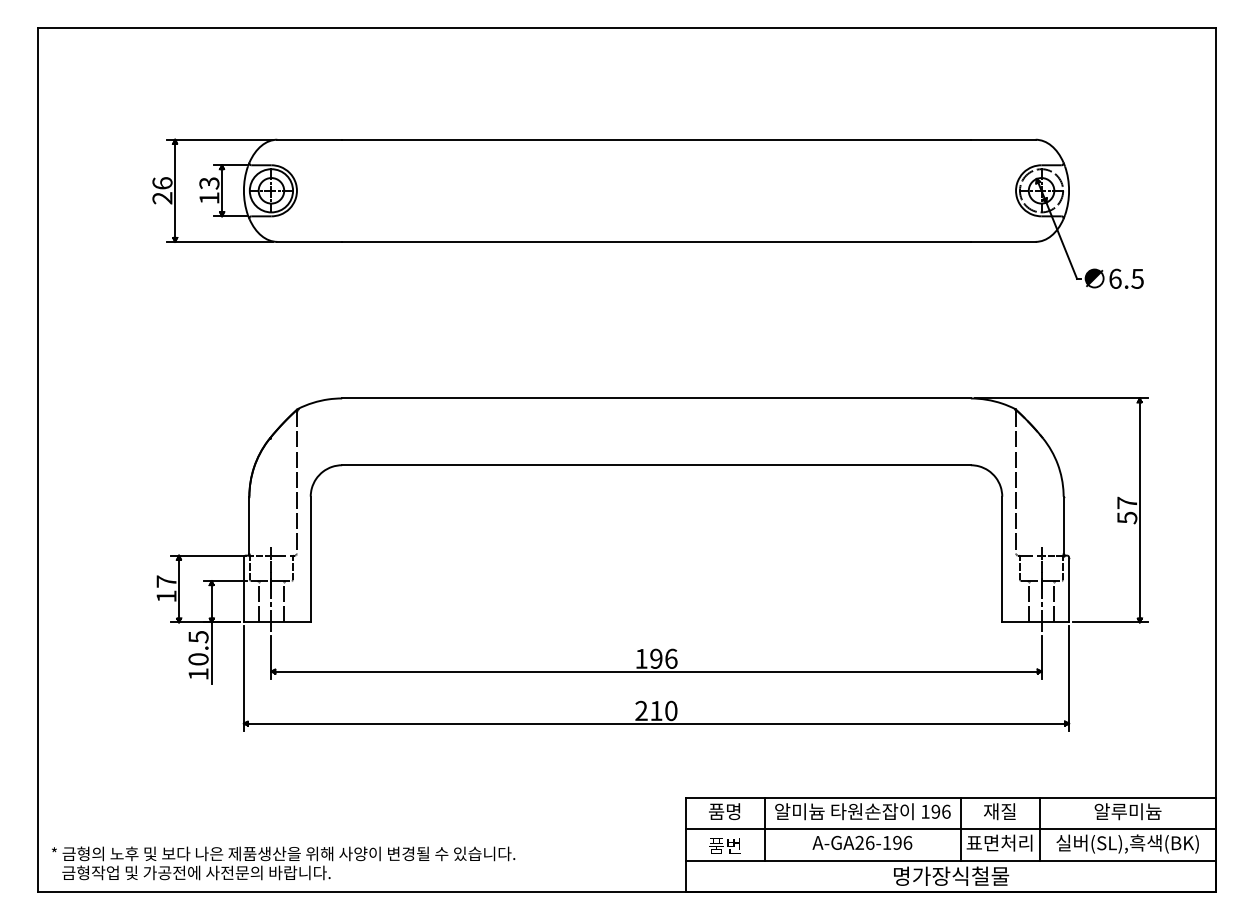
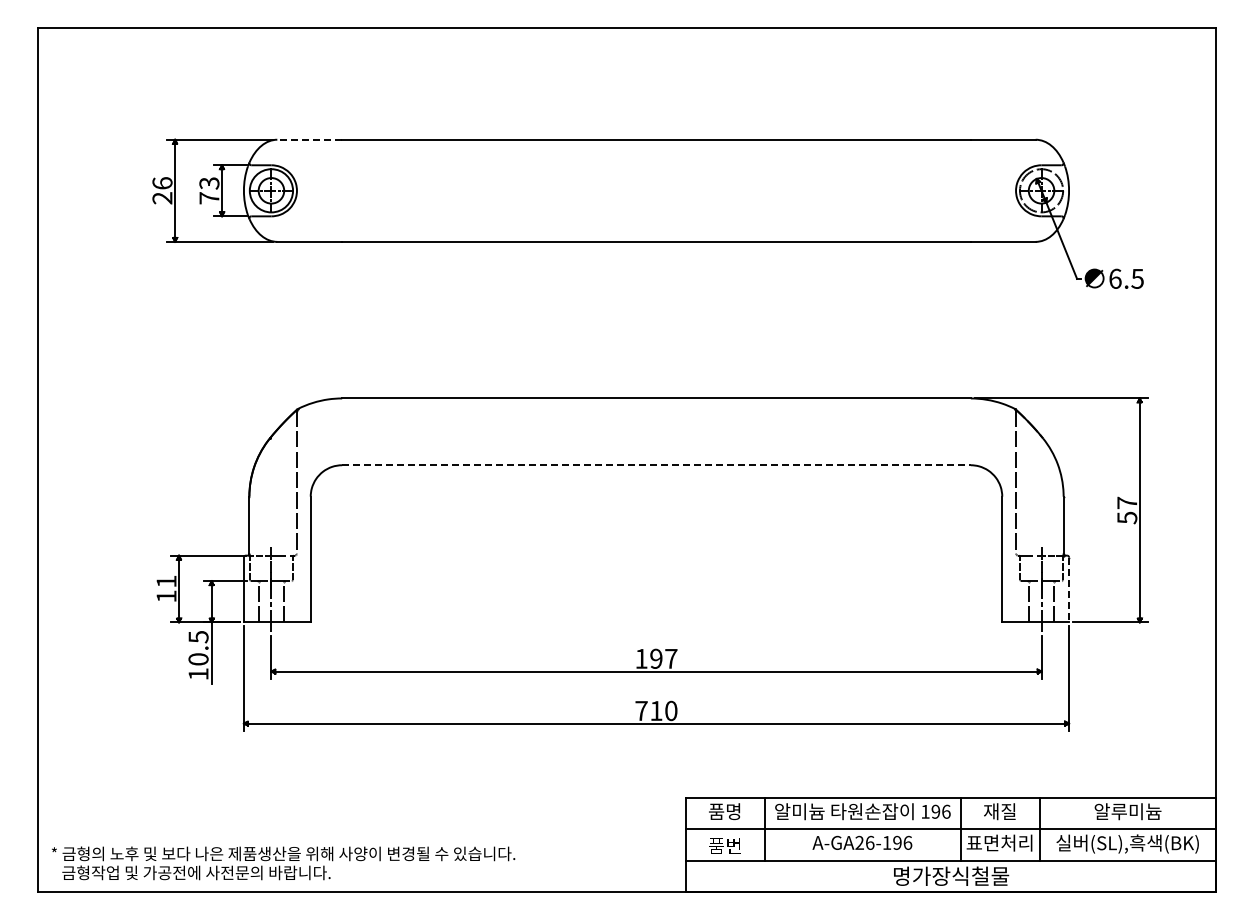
line at (309, 139): solid -> dashed
text at (209, 198): 13 -> 73
line at (657, 465): solid -> dashed
text at (166, 581): 17 -> 11
line at (1069, 590): solid -> dashed
text at (671, 658): 196 -> 197
text at (641, 710): 210 -> 710
